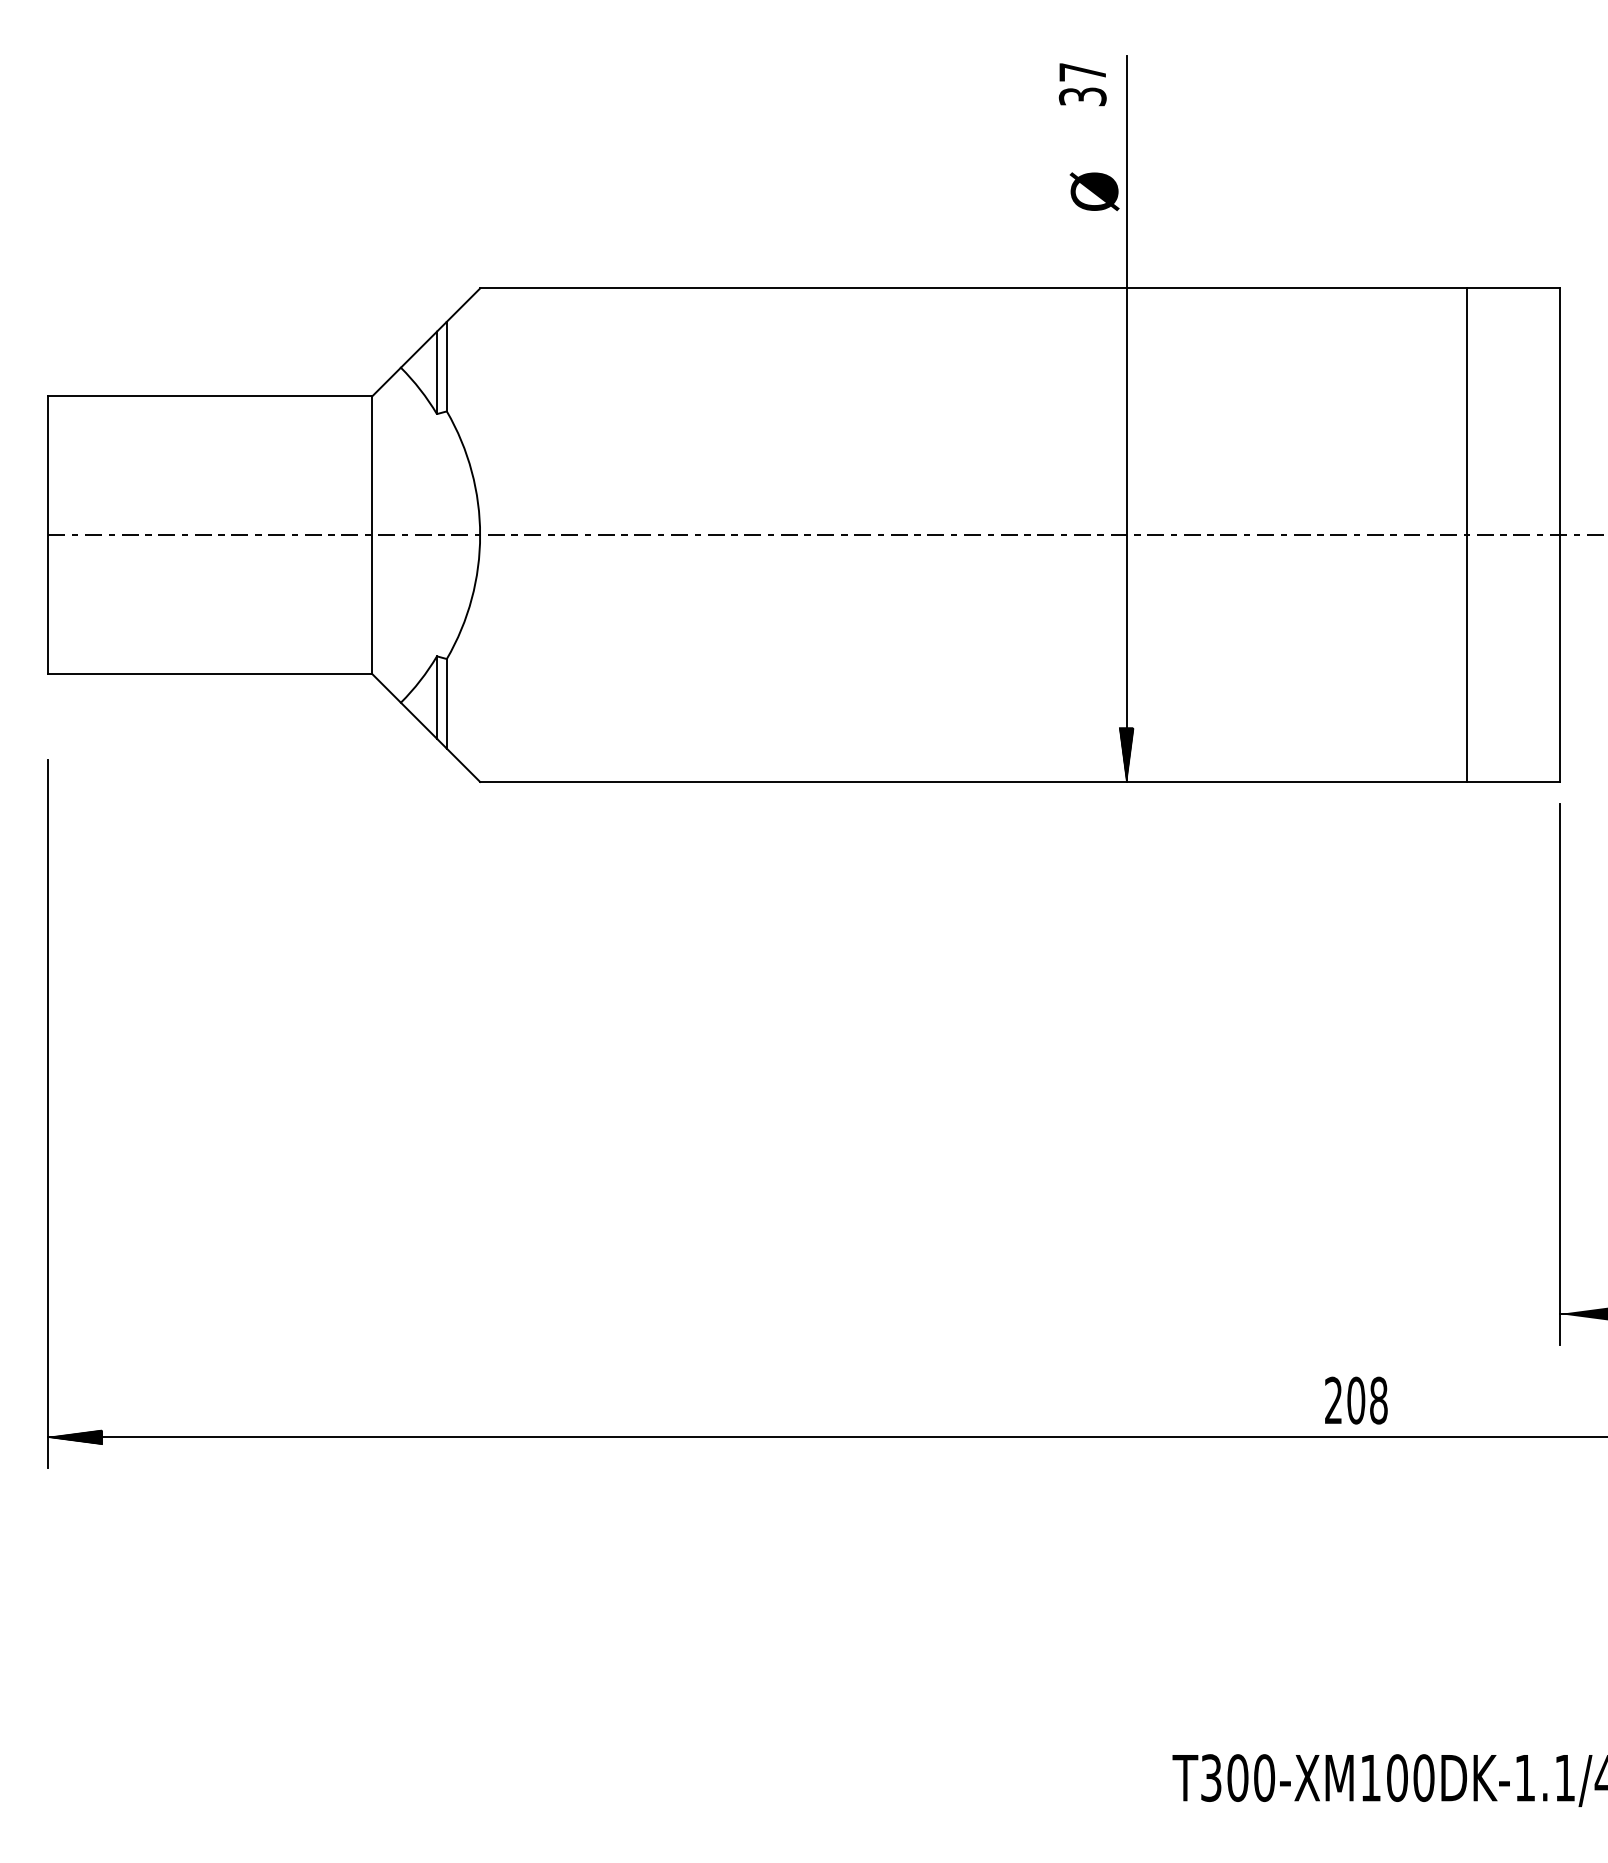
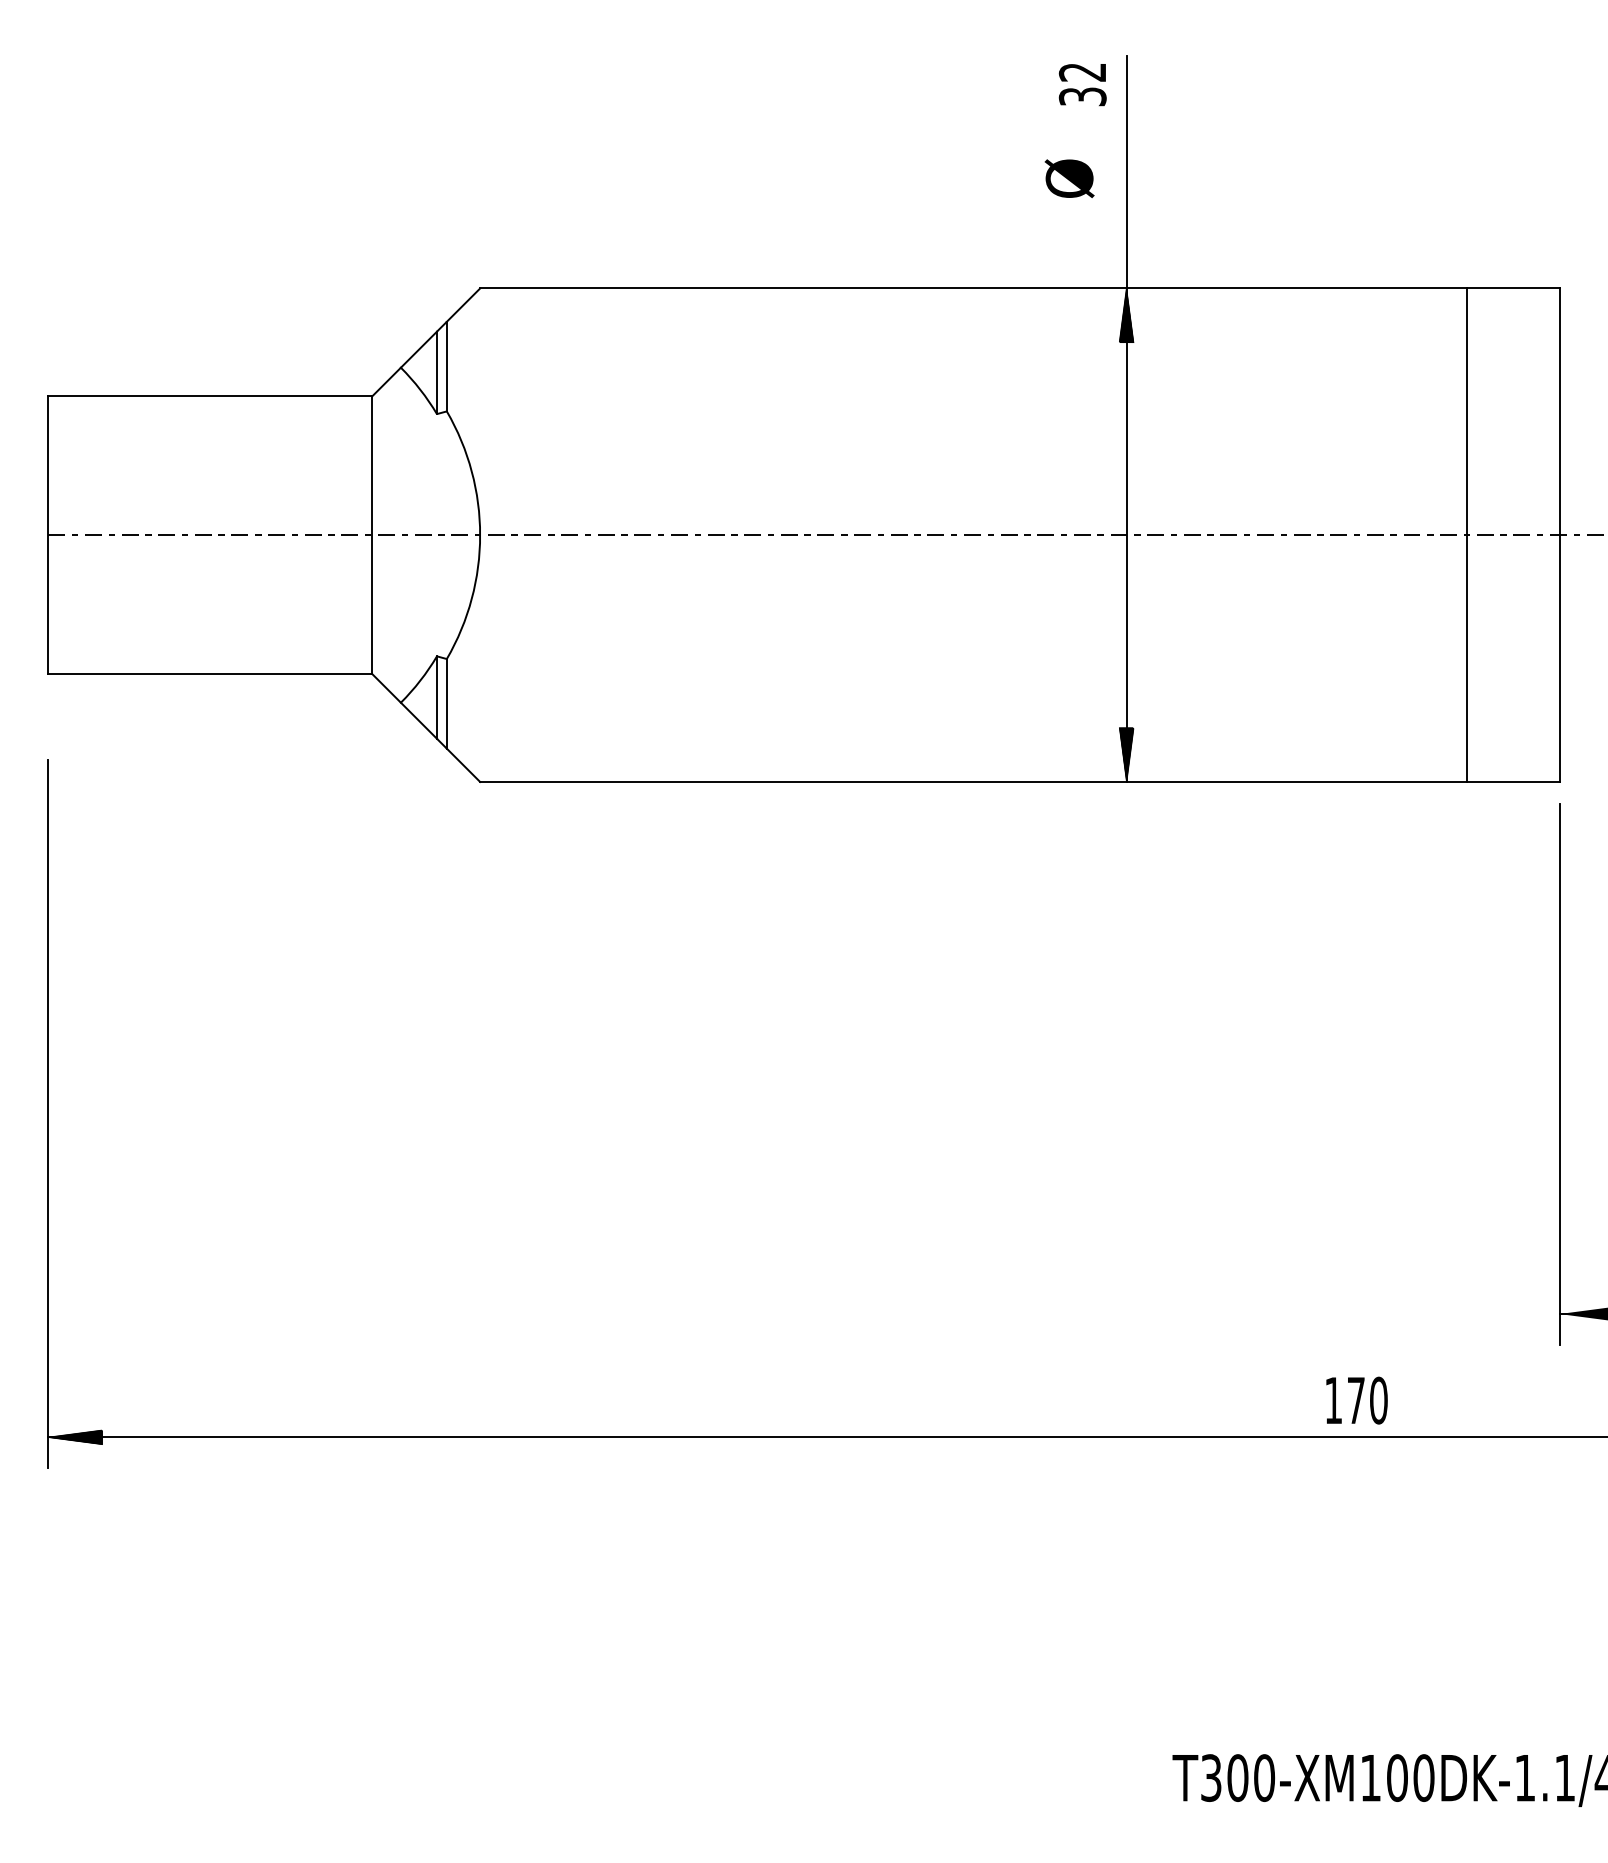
text at (1081, 72): 37 -> 32
text at (1094, 191) position: (1094, 191) -> (1069, 178)
hatch at (1126, 315): none -> present
text at (1356, 1400): 208 -> 170
